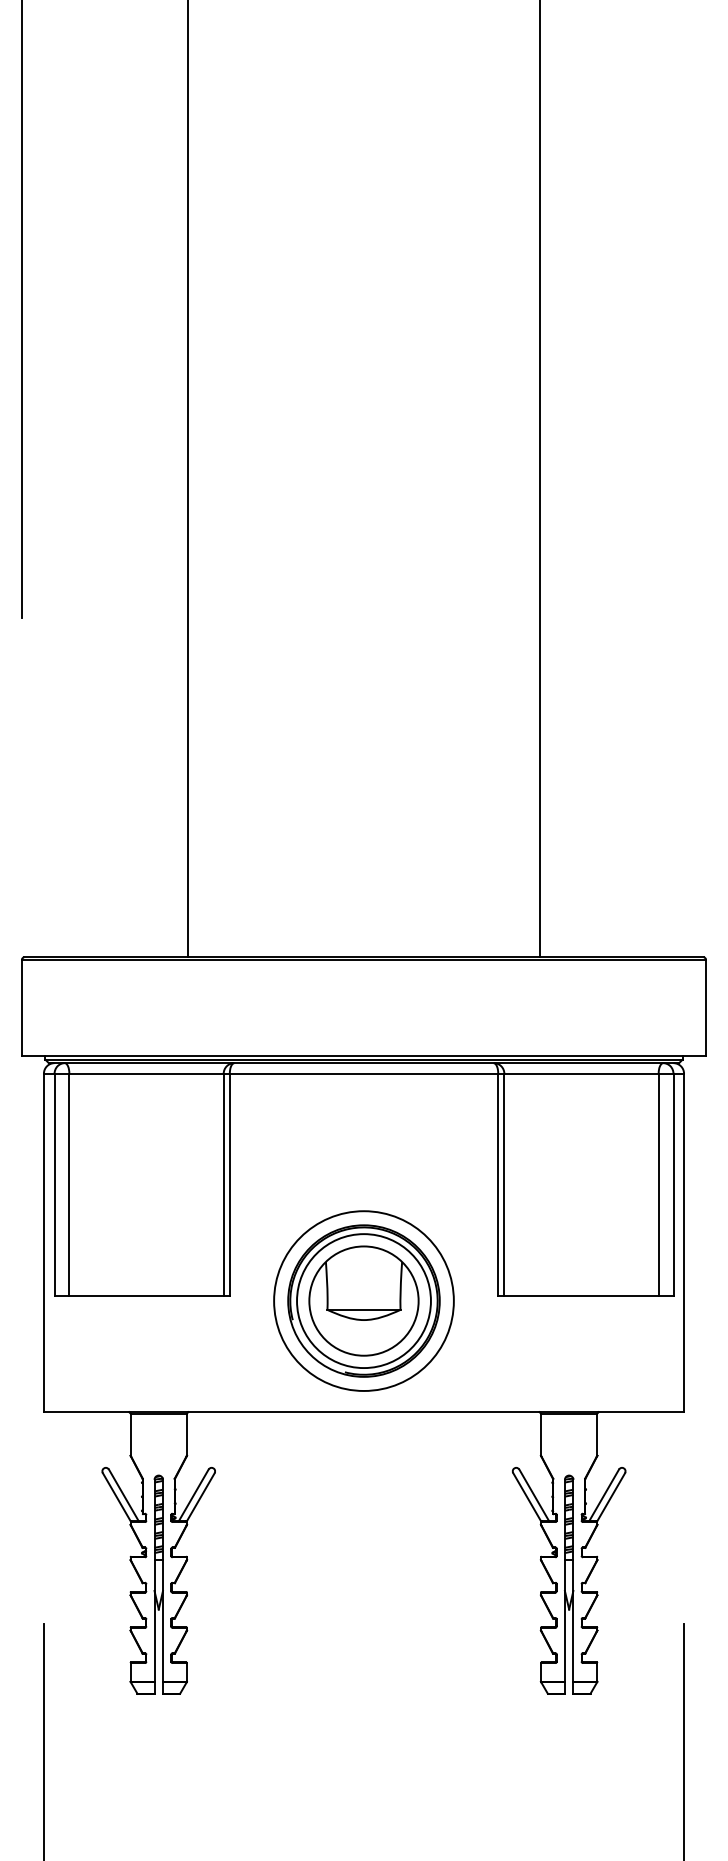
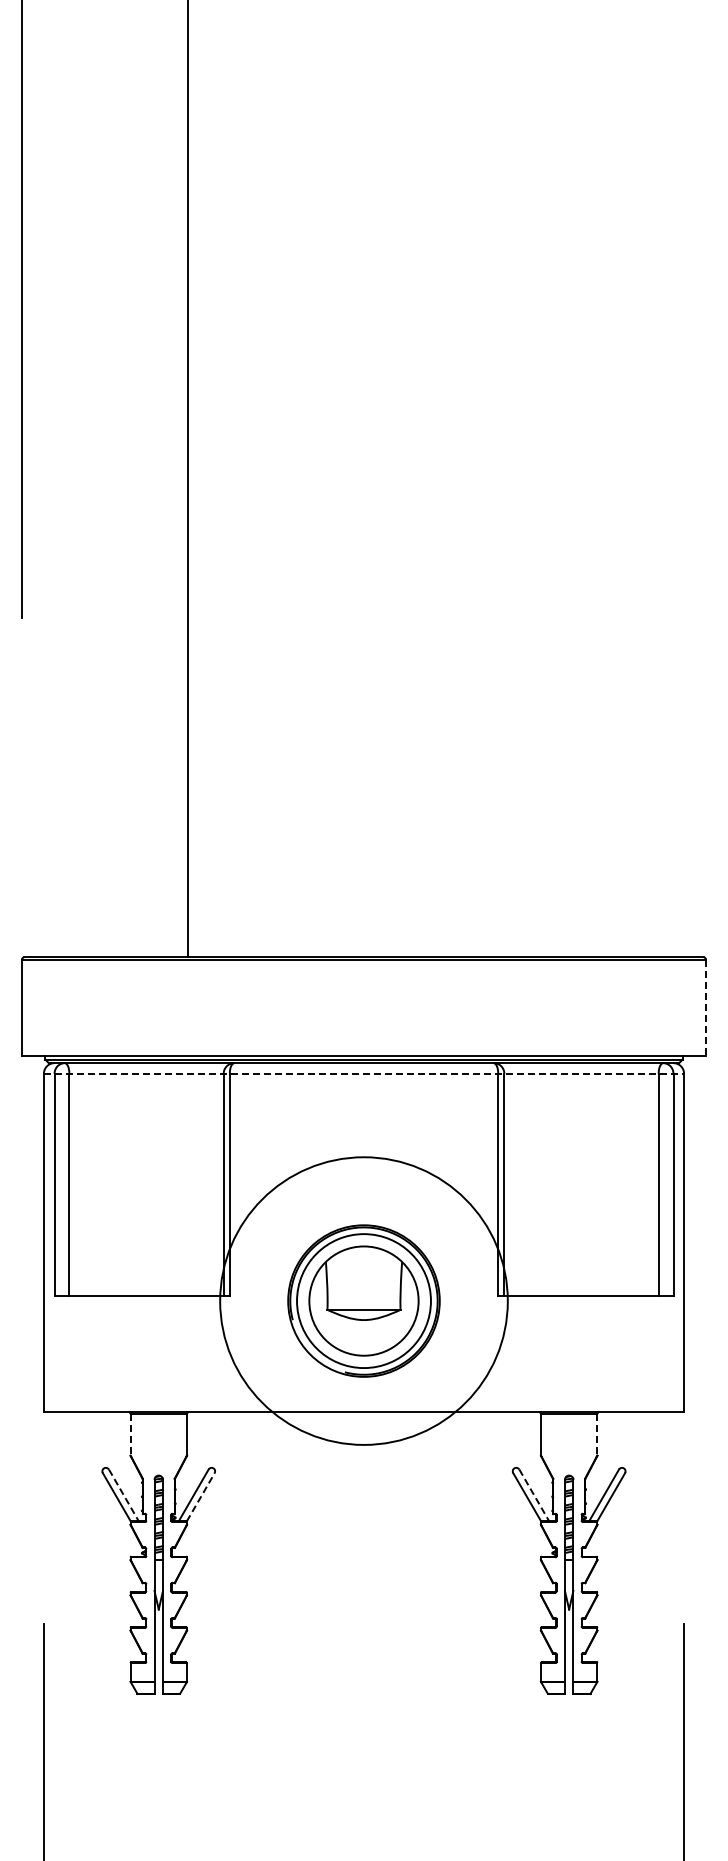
line at (540, 479): present -> none
line at (705, 1008): solid -> dashed
line at (364, 1073): solid -> dashed
circle at (363, 1300) diameter: 180 px -> 288 px
line at (130, 1435): solid -> dashed
line at (597, 1435): solid -> dashed
line at (123, 1495): solid -> dashed
line at (534, 1495): solid -> dashed
line at (200, 1497): solid -> dashed
